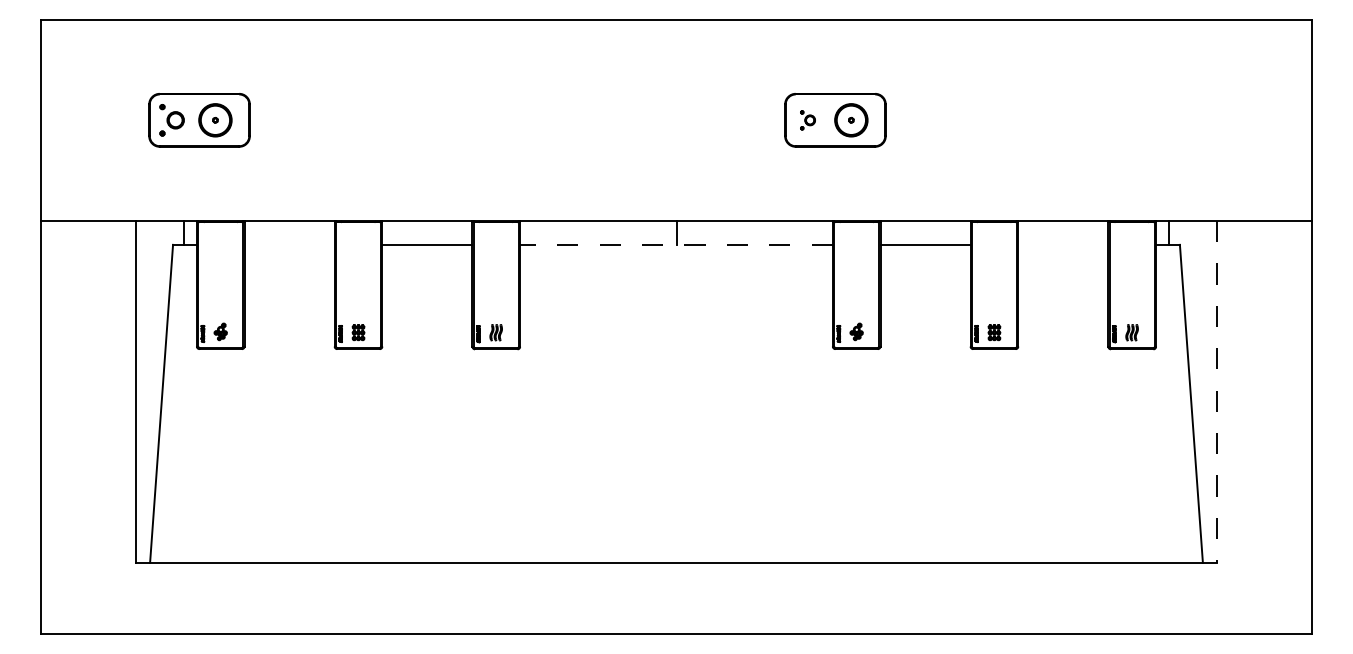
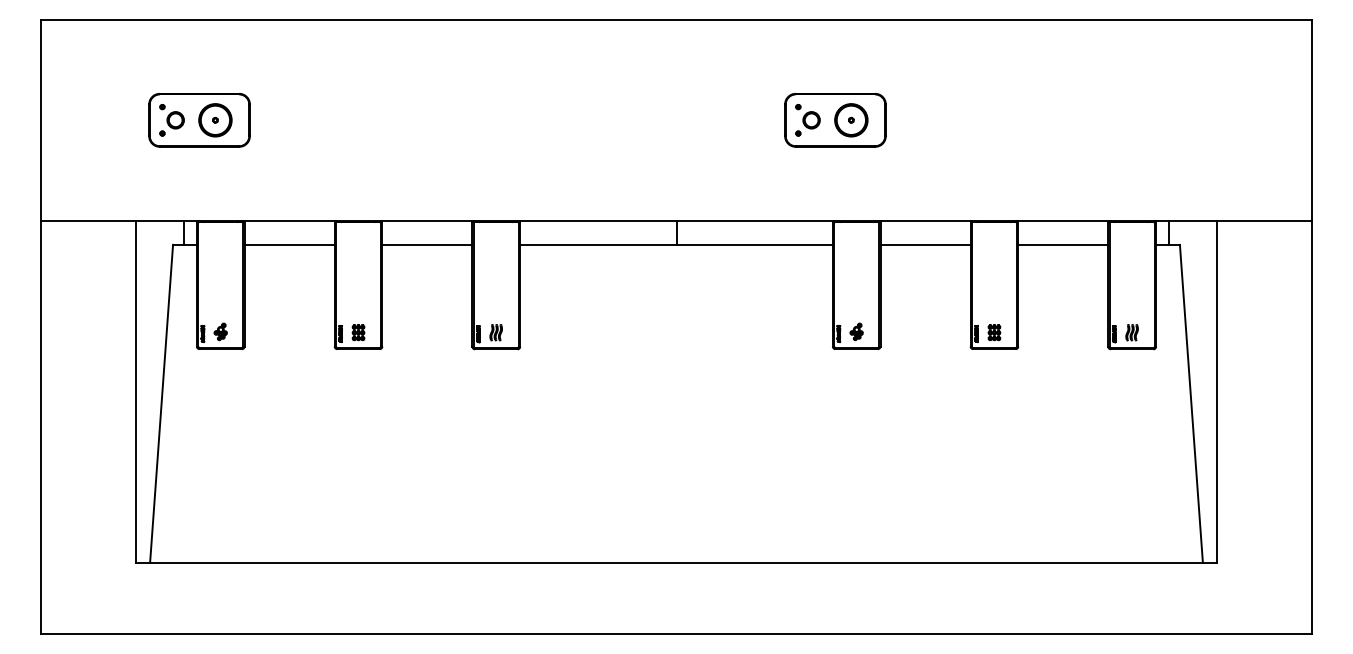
part at (807, 120) size: 16x21 px -> 26x33 px
line at (289, 244): none -> present
line at (675, 244): dashed -> solid
line at (1063, 244): none -> present
line at (1217, 391): dashed -> solid
